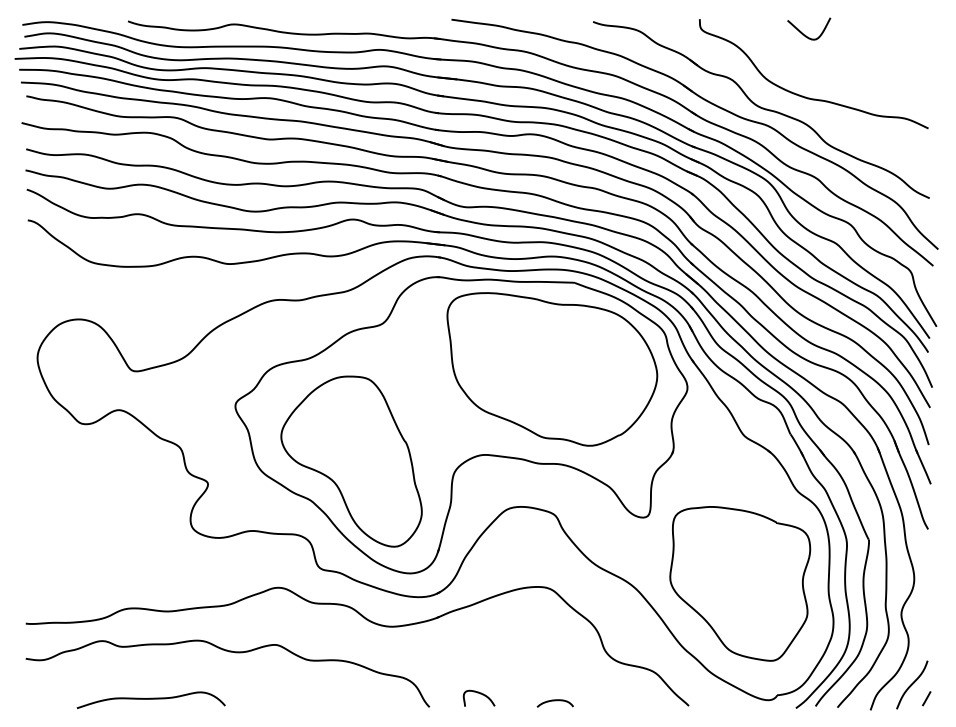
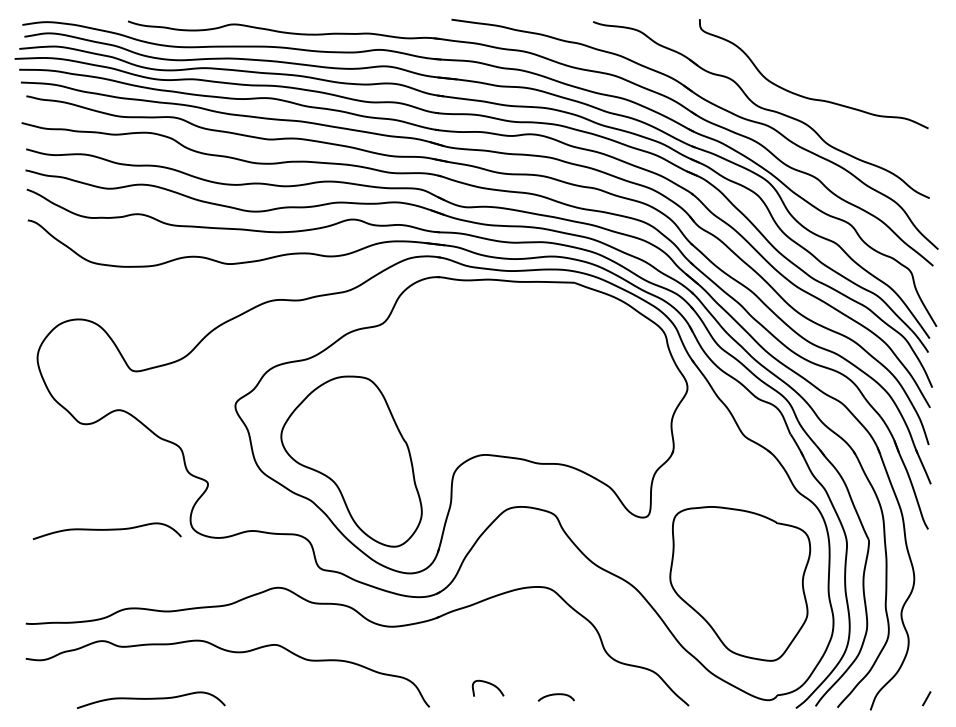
curve at (805, 34): present -> none
part at (552, 369): present -> none
curve at (106, 530): none -> present
curve at (912, 684): present -> none
curve at (480, 694) position: (480, 694) -> (489, 684)
curve at (554, 701) position: (554, 701) -> (555, 695)
